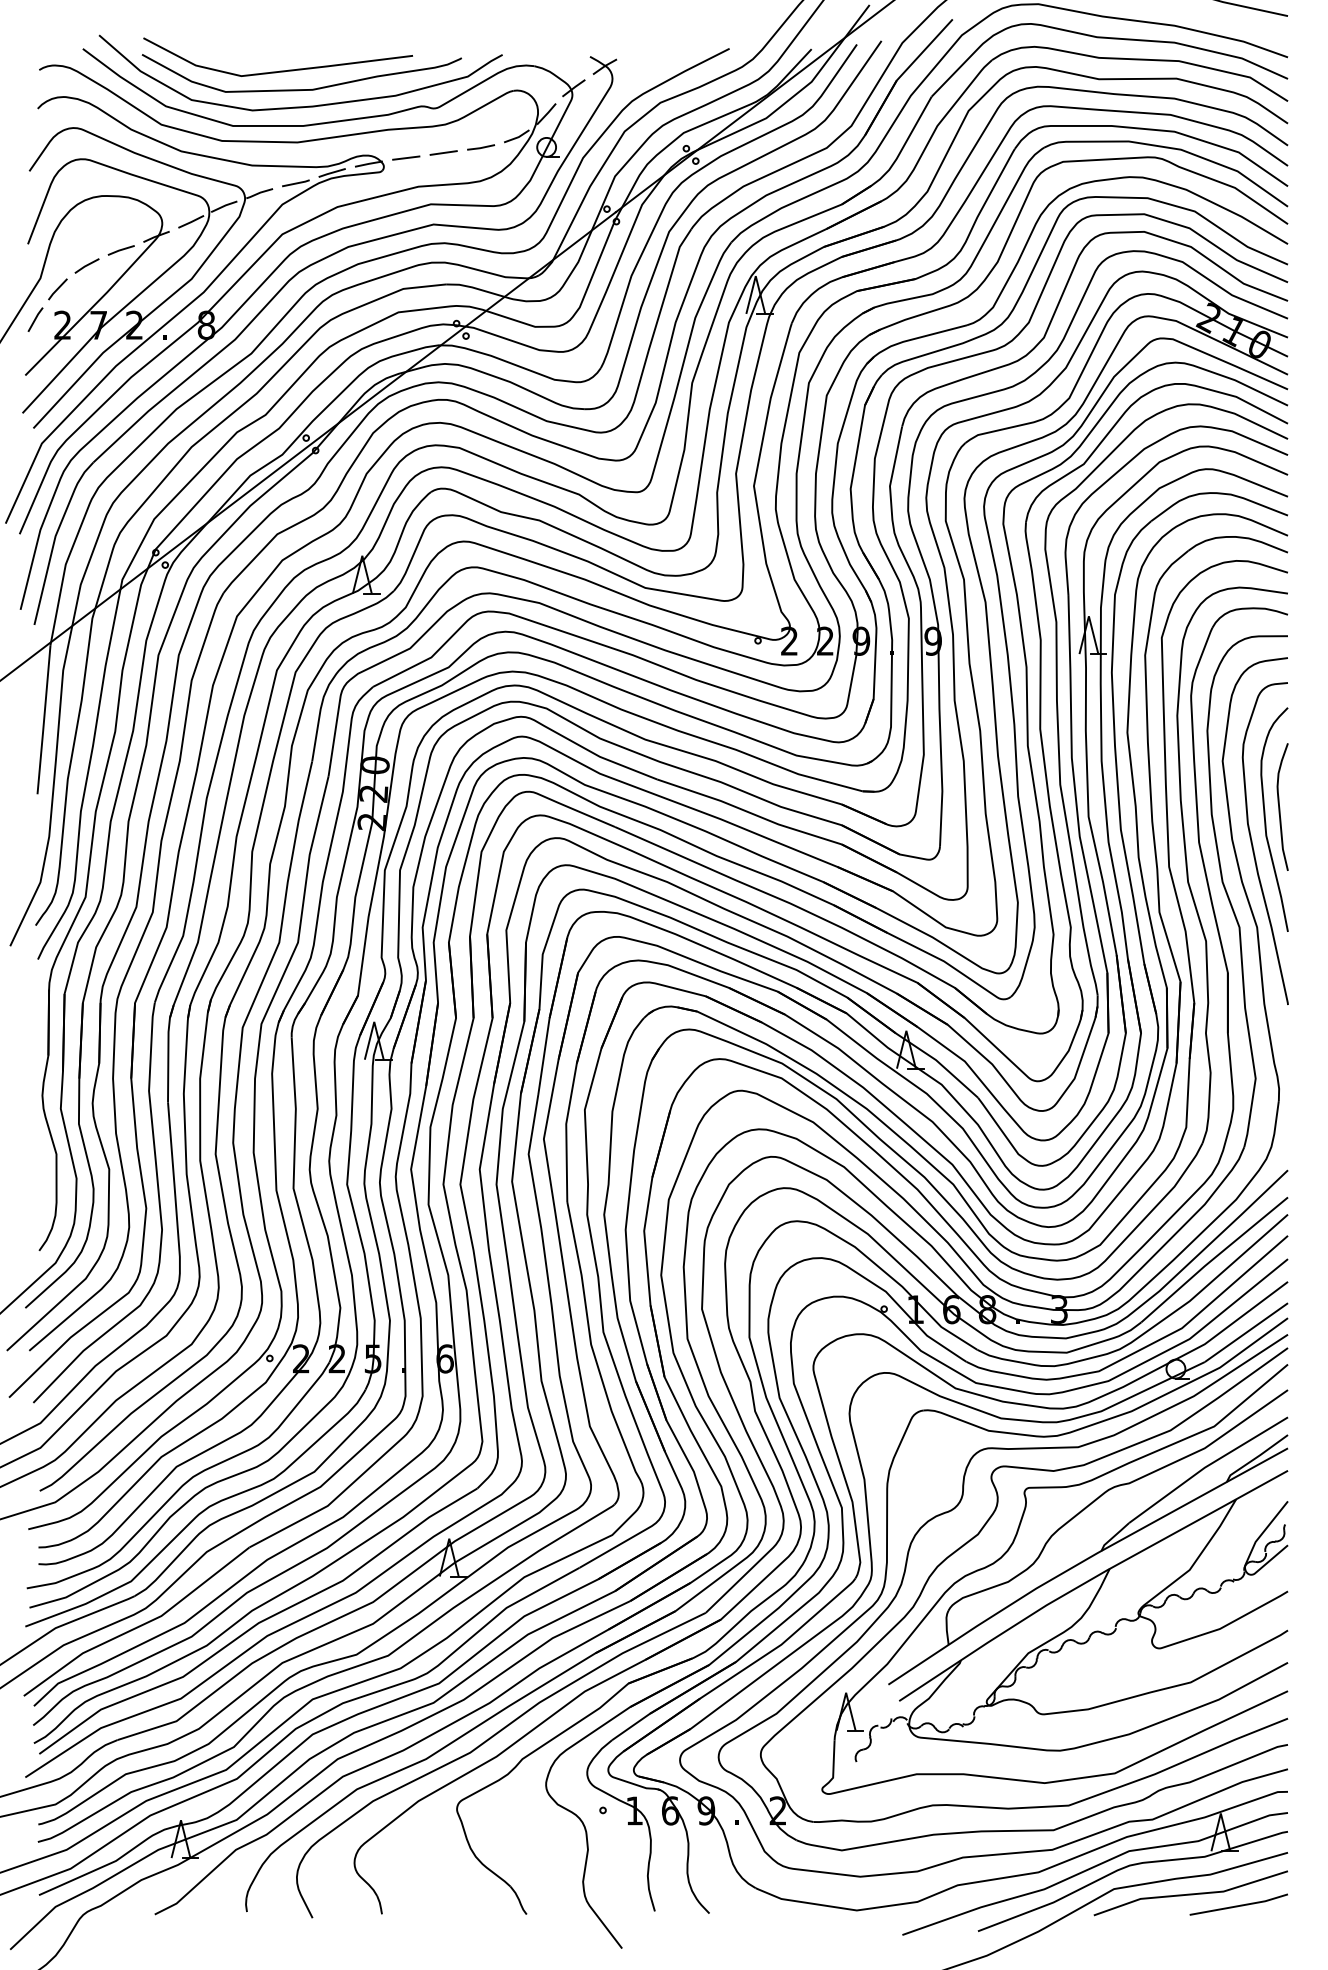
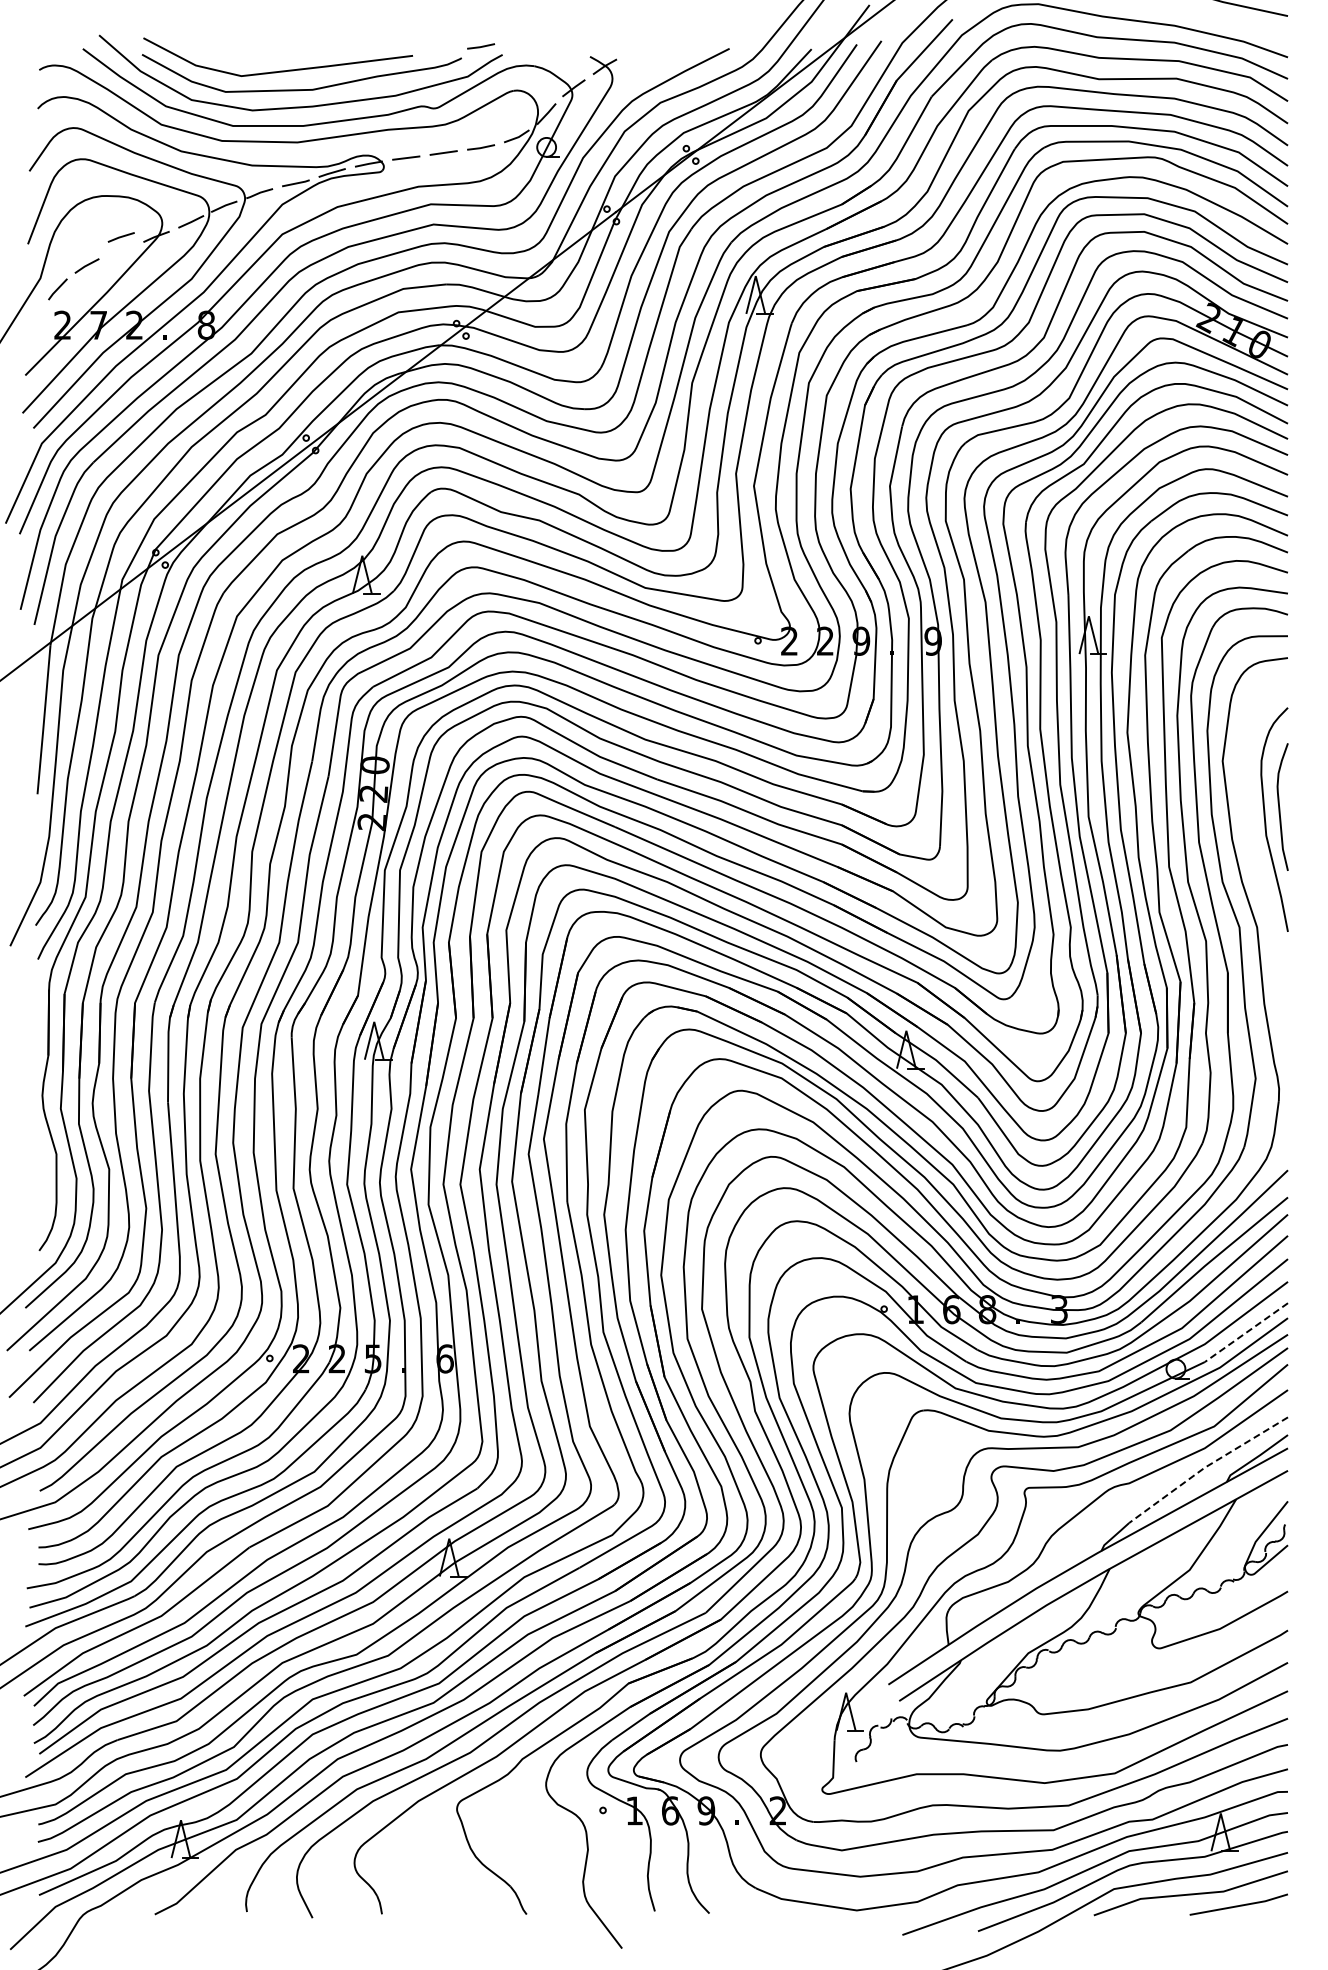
line at (481, 46): none -> present
line at (120, 250) position: (120, 250) -> (120, 237)
line at (35, 319): present -> none
curve at (1253, 845): present -> none
line at (1246, 1332): solid -> dashed
line at (1205, 1467): solid -> dashed
